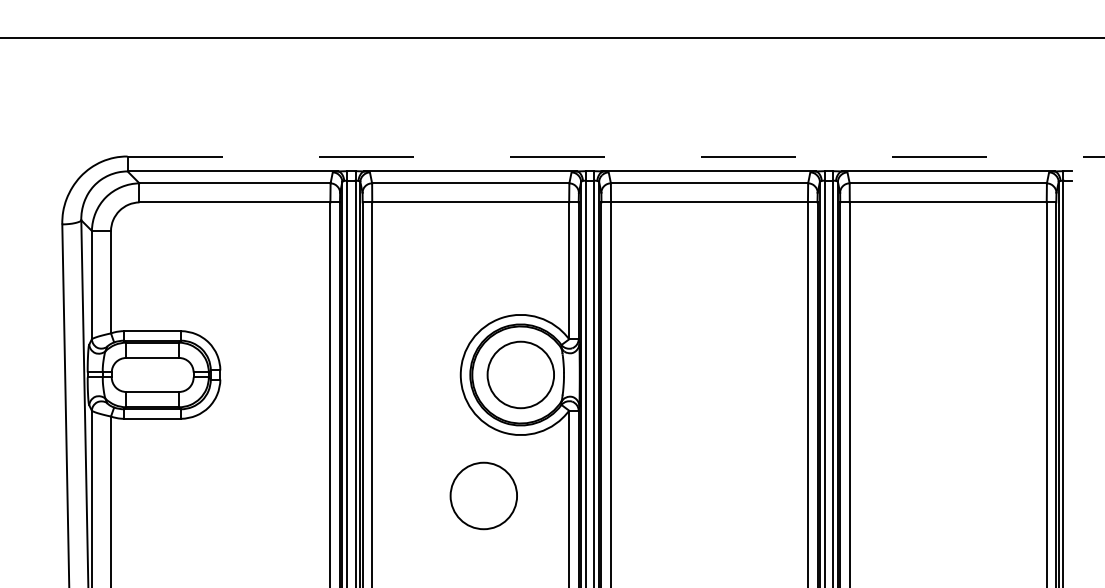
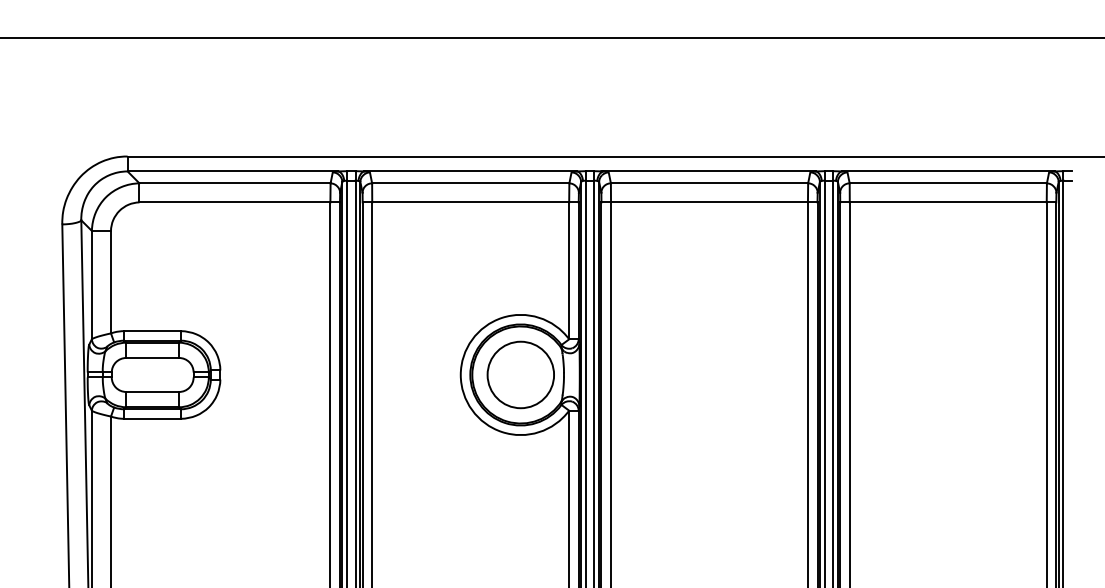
line at (616, 156): dashed -> solid
circle at (483, 495): present -> none
